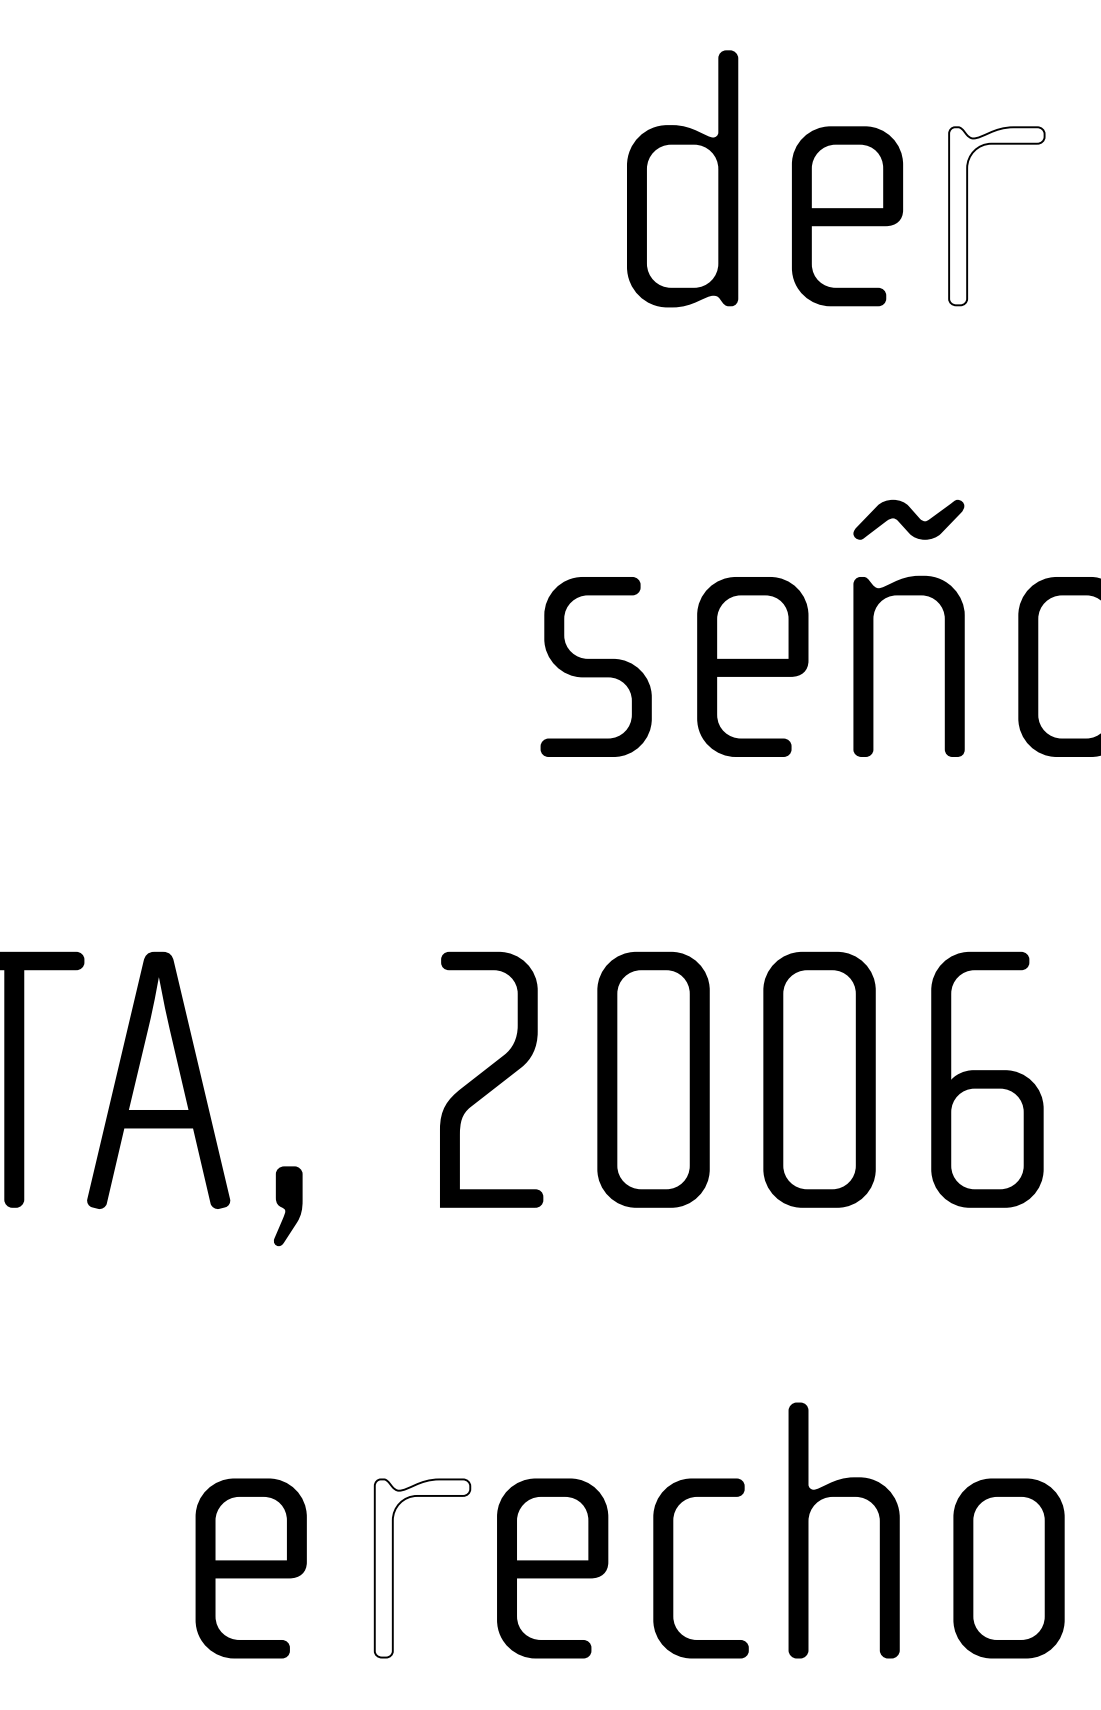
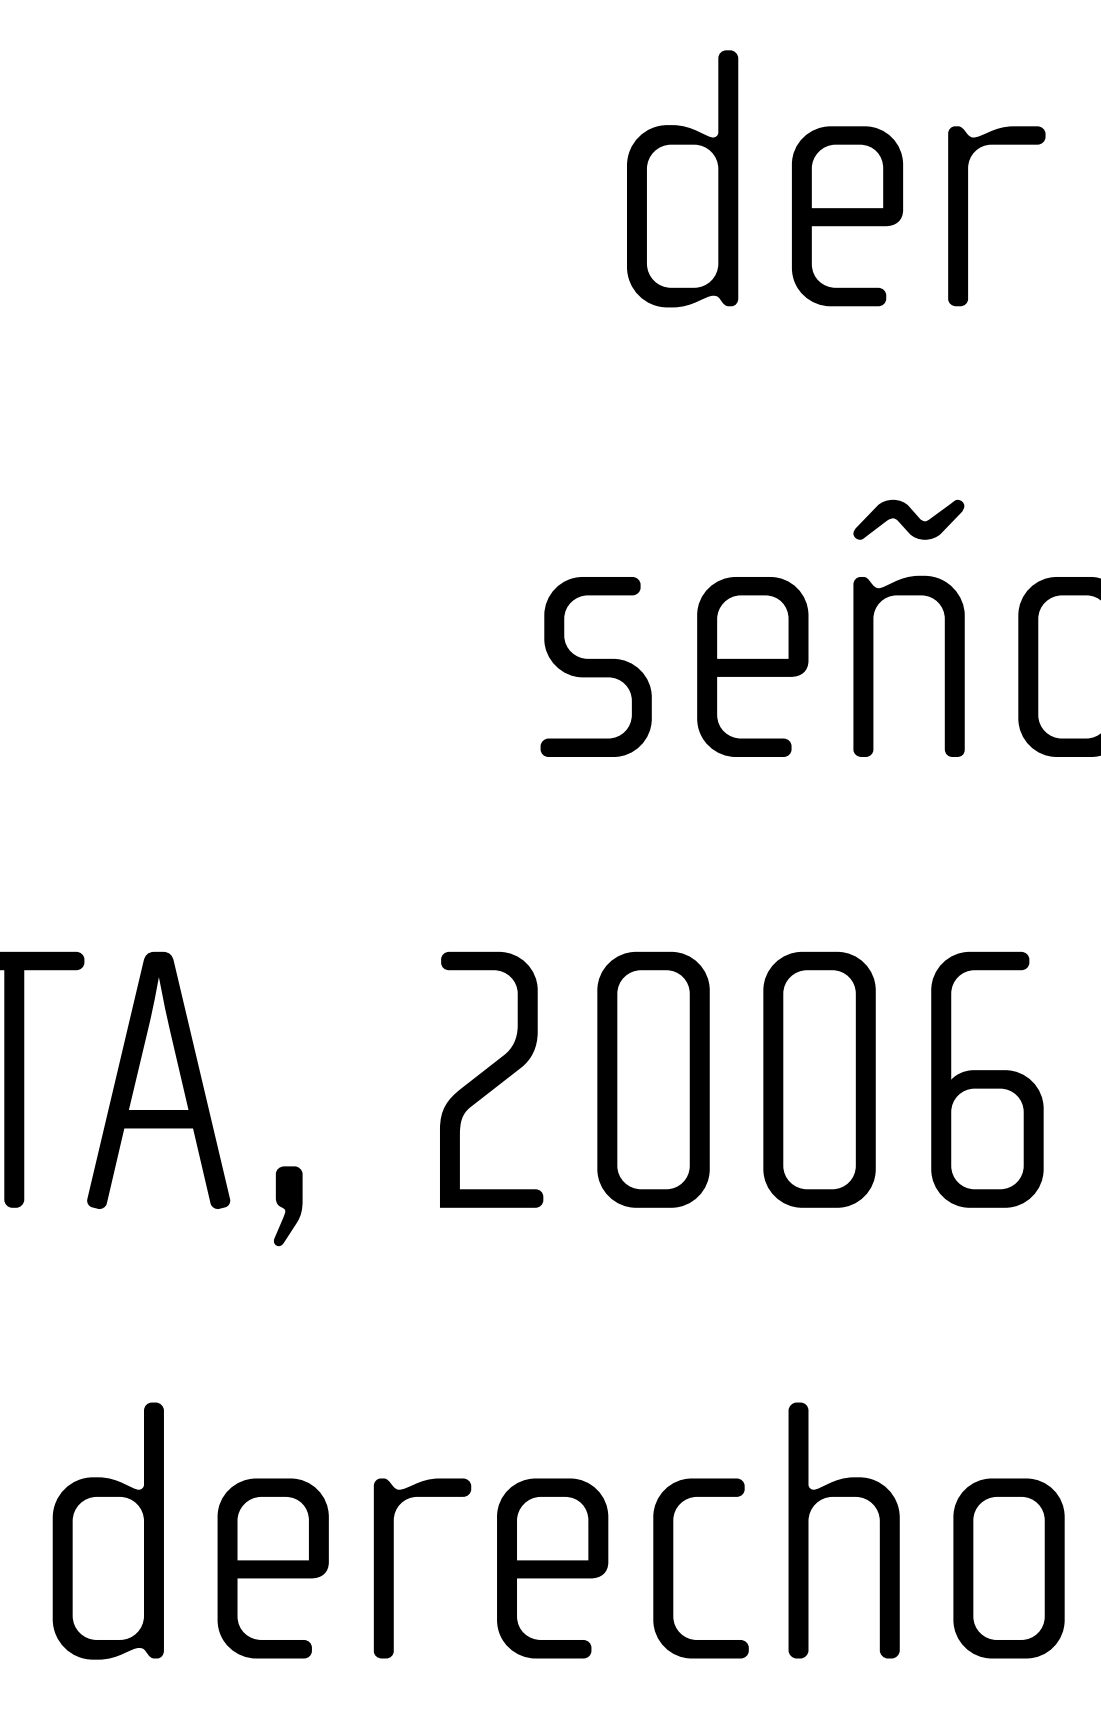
fill at (996, 216): none -> present
part at (107, 1530): none -> present
part at (250, 1568) position: (250, 1568) -> (272, 1568)
fill at (422, 1568): none -> present
